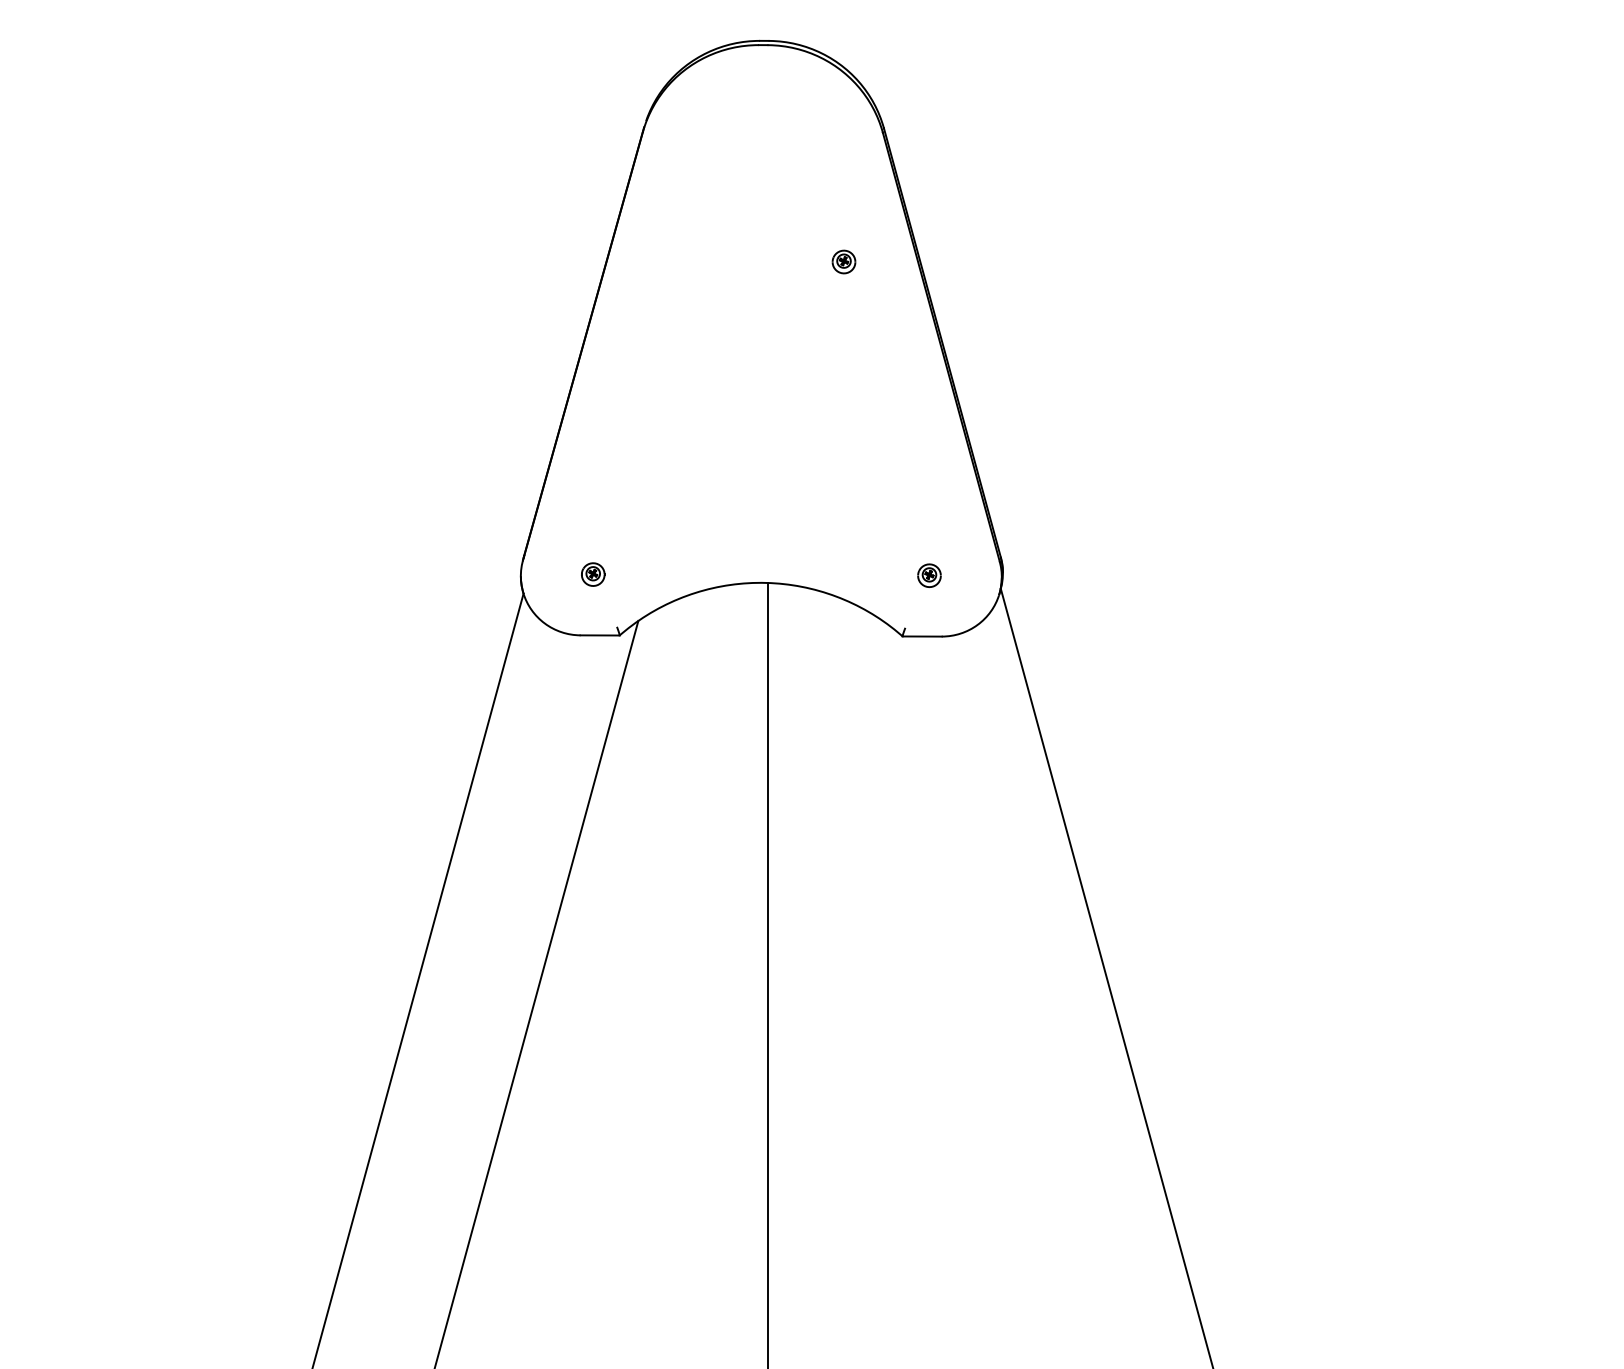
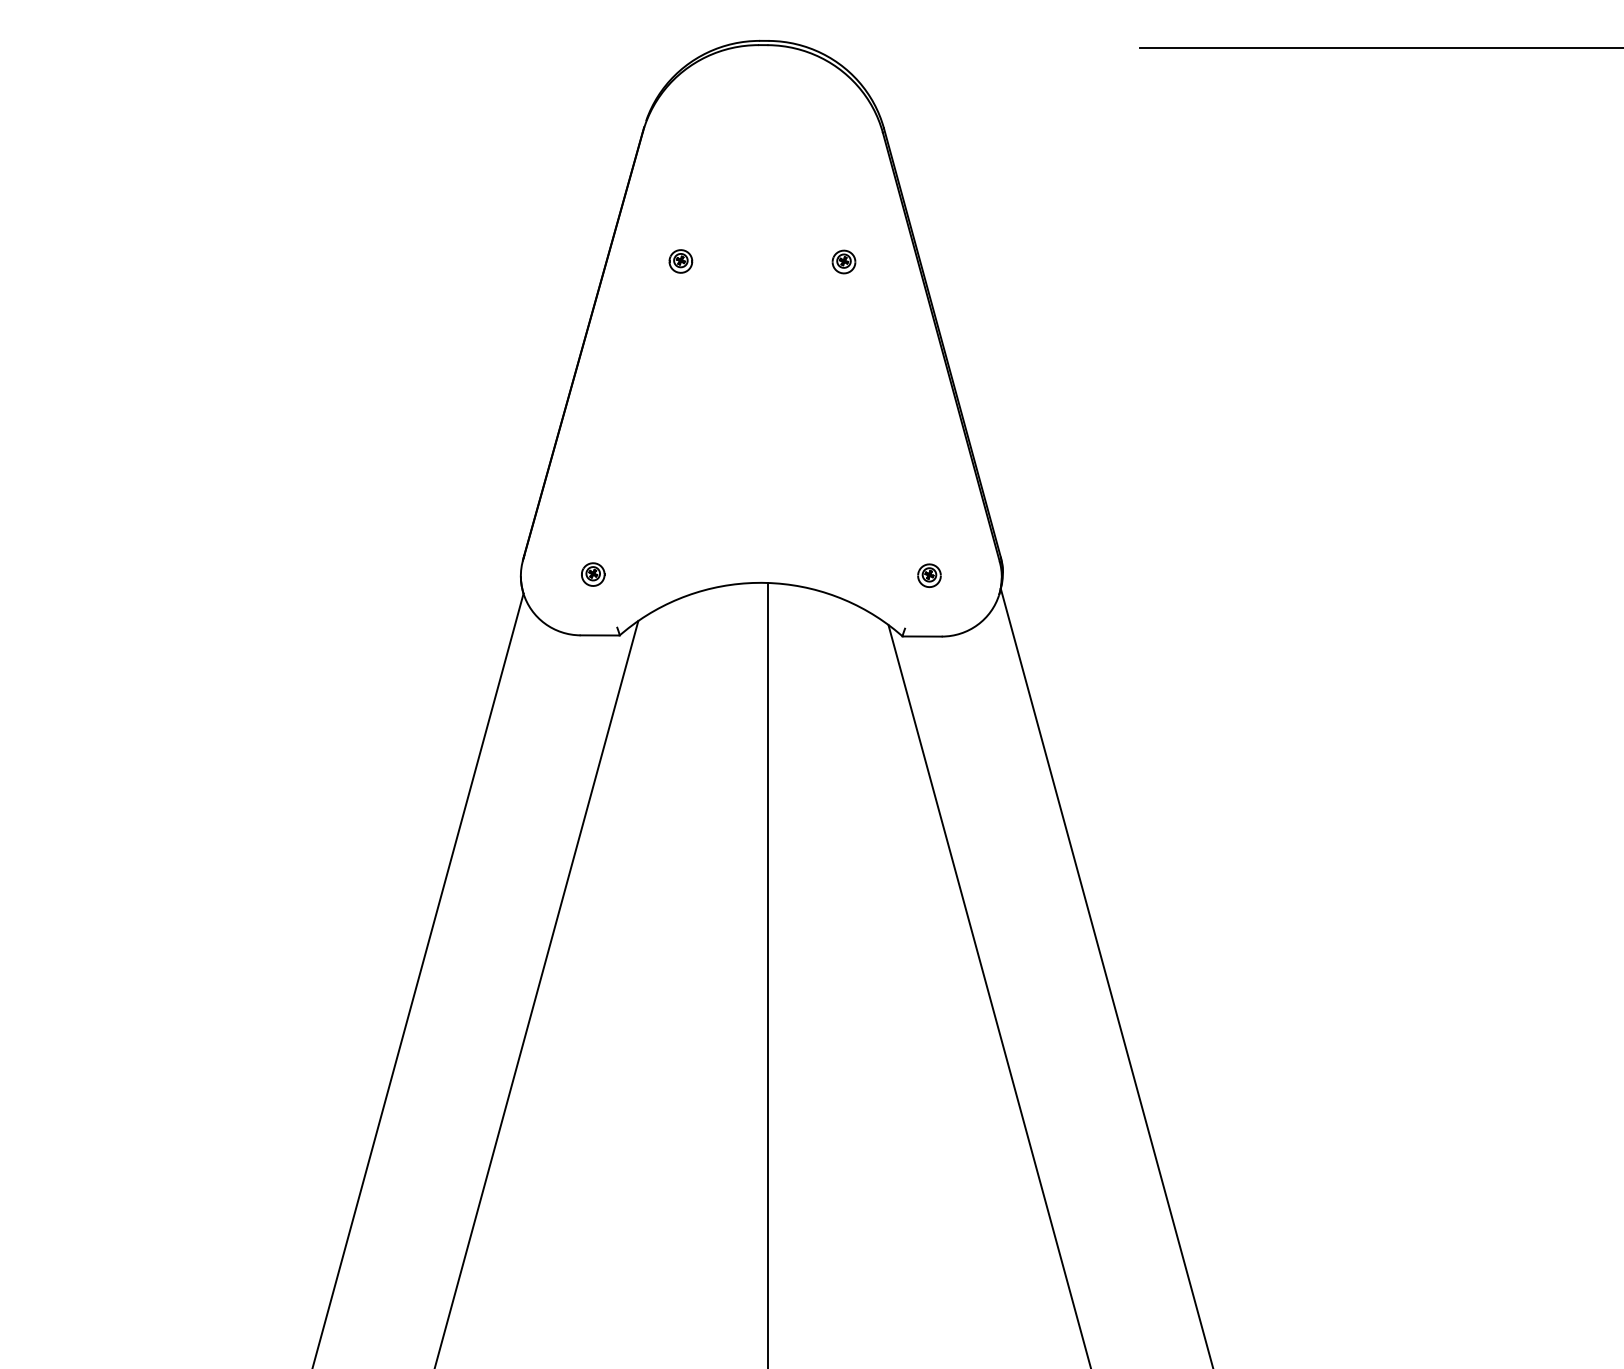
line at (1379, 47): none -> present
part at (680, 261): none -> present
line at (989, 994): none -> present
